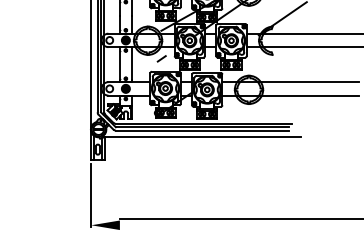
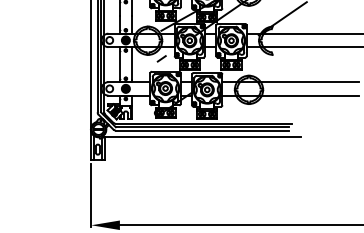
line at (239, 219) position: (239, 219) -> (239, 225)
